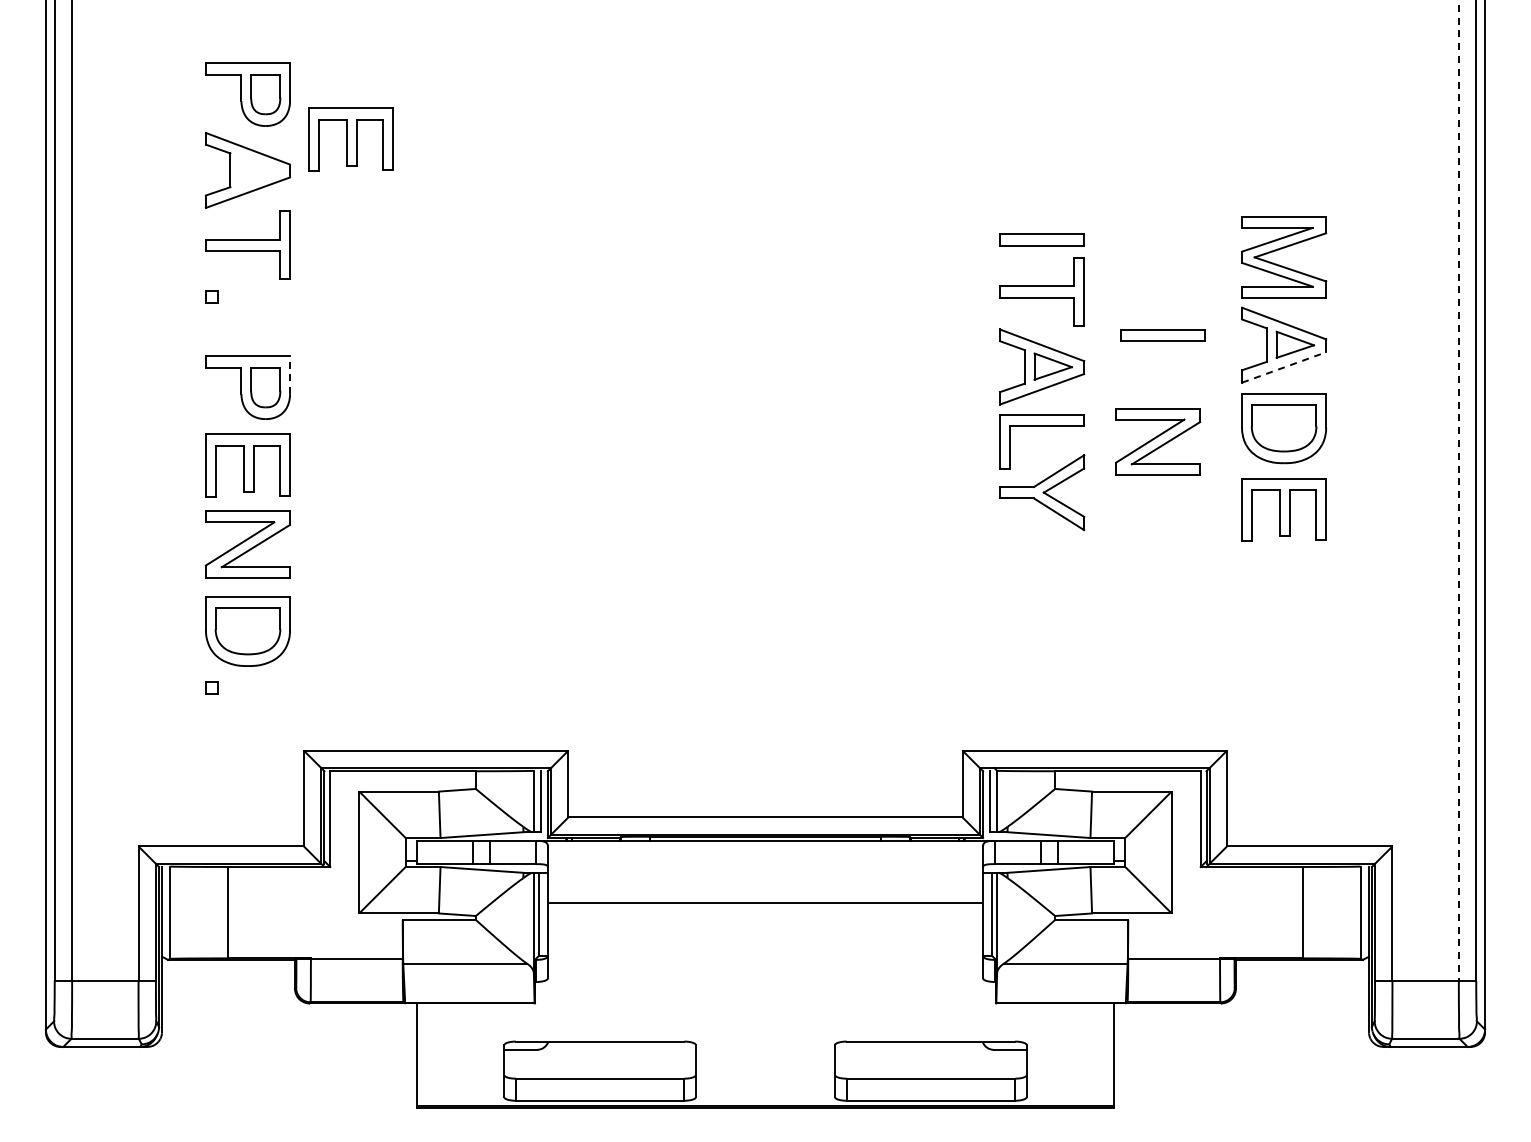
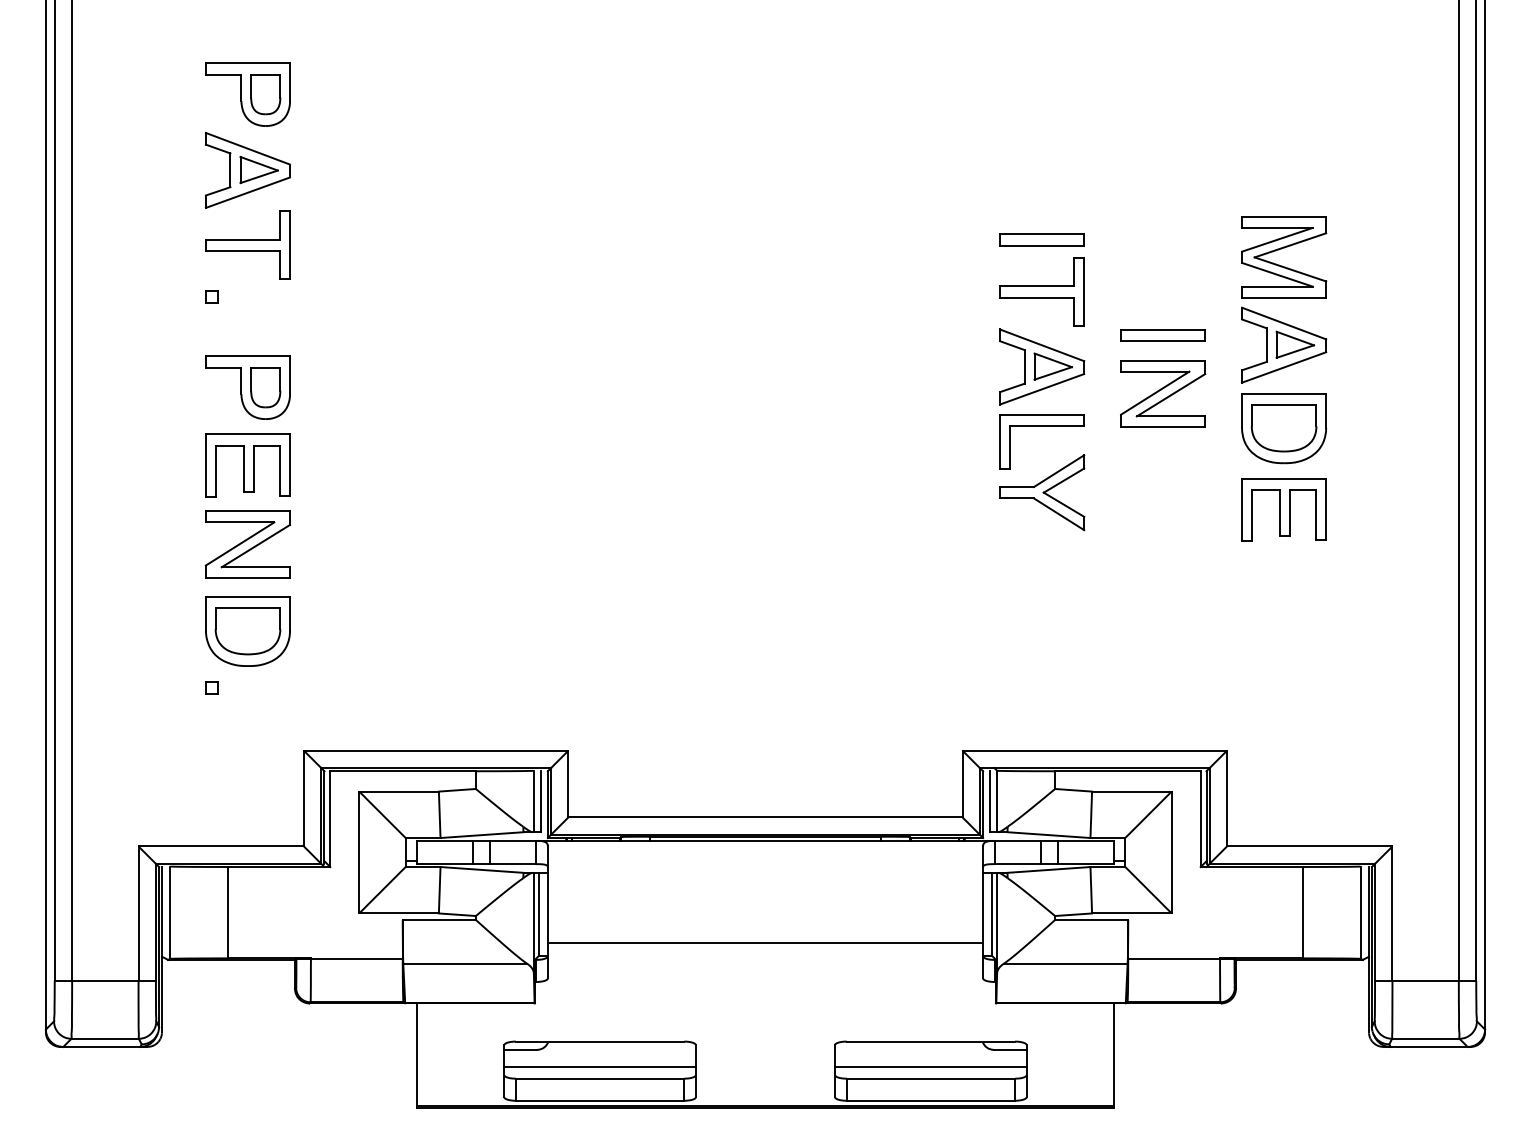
part at (350, 139): present -> none
part at (258, 169): none -> present
line at (1284, 367): dashed -> solid
line at (290, 375): dashed -> solid
part at (1158, 441) position: (1158, 441) -> (1163, 393)
line at (1458, 490): dashed -> solid
line at (765, 902) position: (765, 902) -> (765, 942)
line at (599, 1067): none -> present
line at (930, 1067): none -> present
